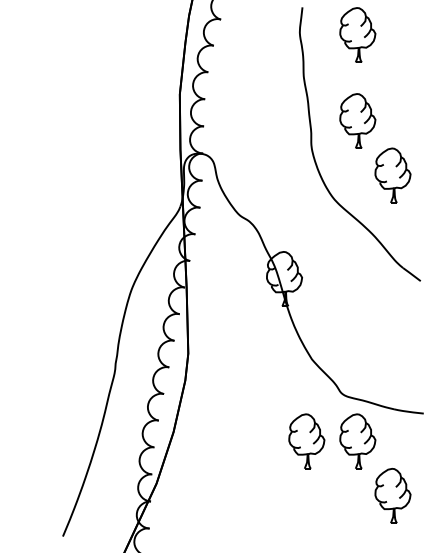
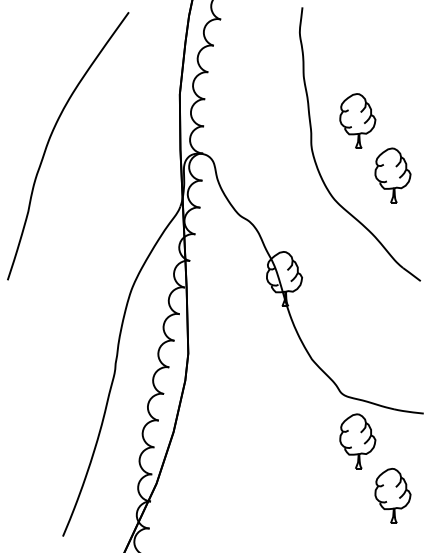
part at (357, 34): present -> none
curve at (50, 139): none -> present
part at (306, 441): present -> none
